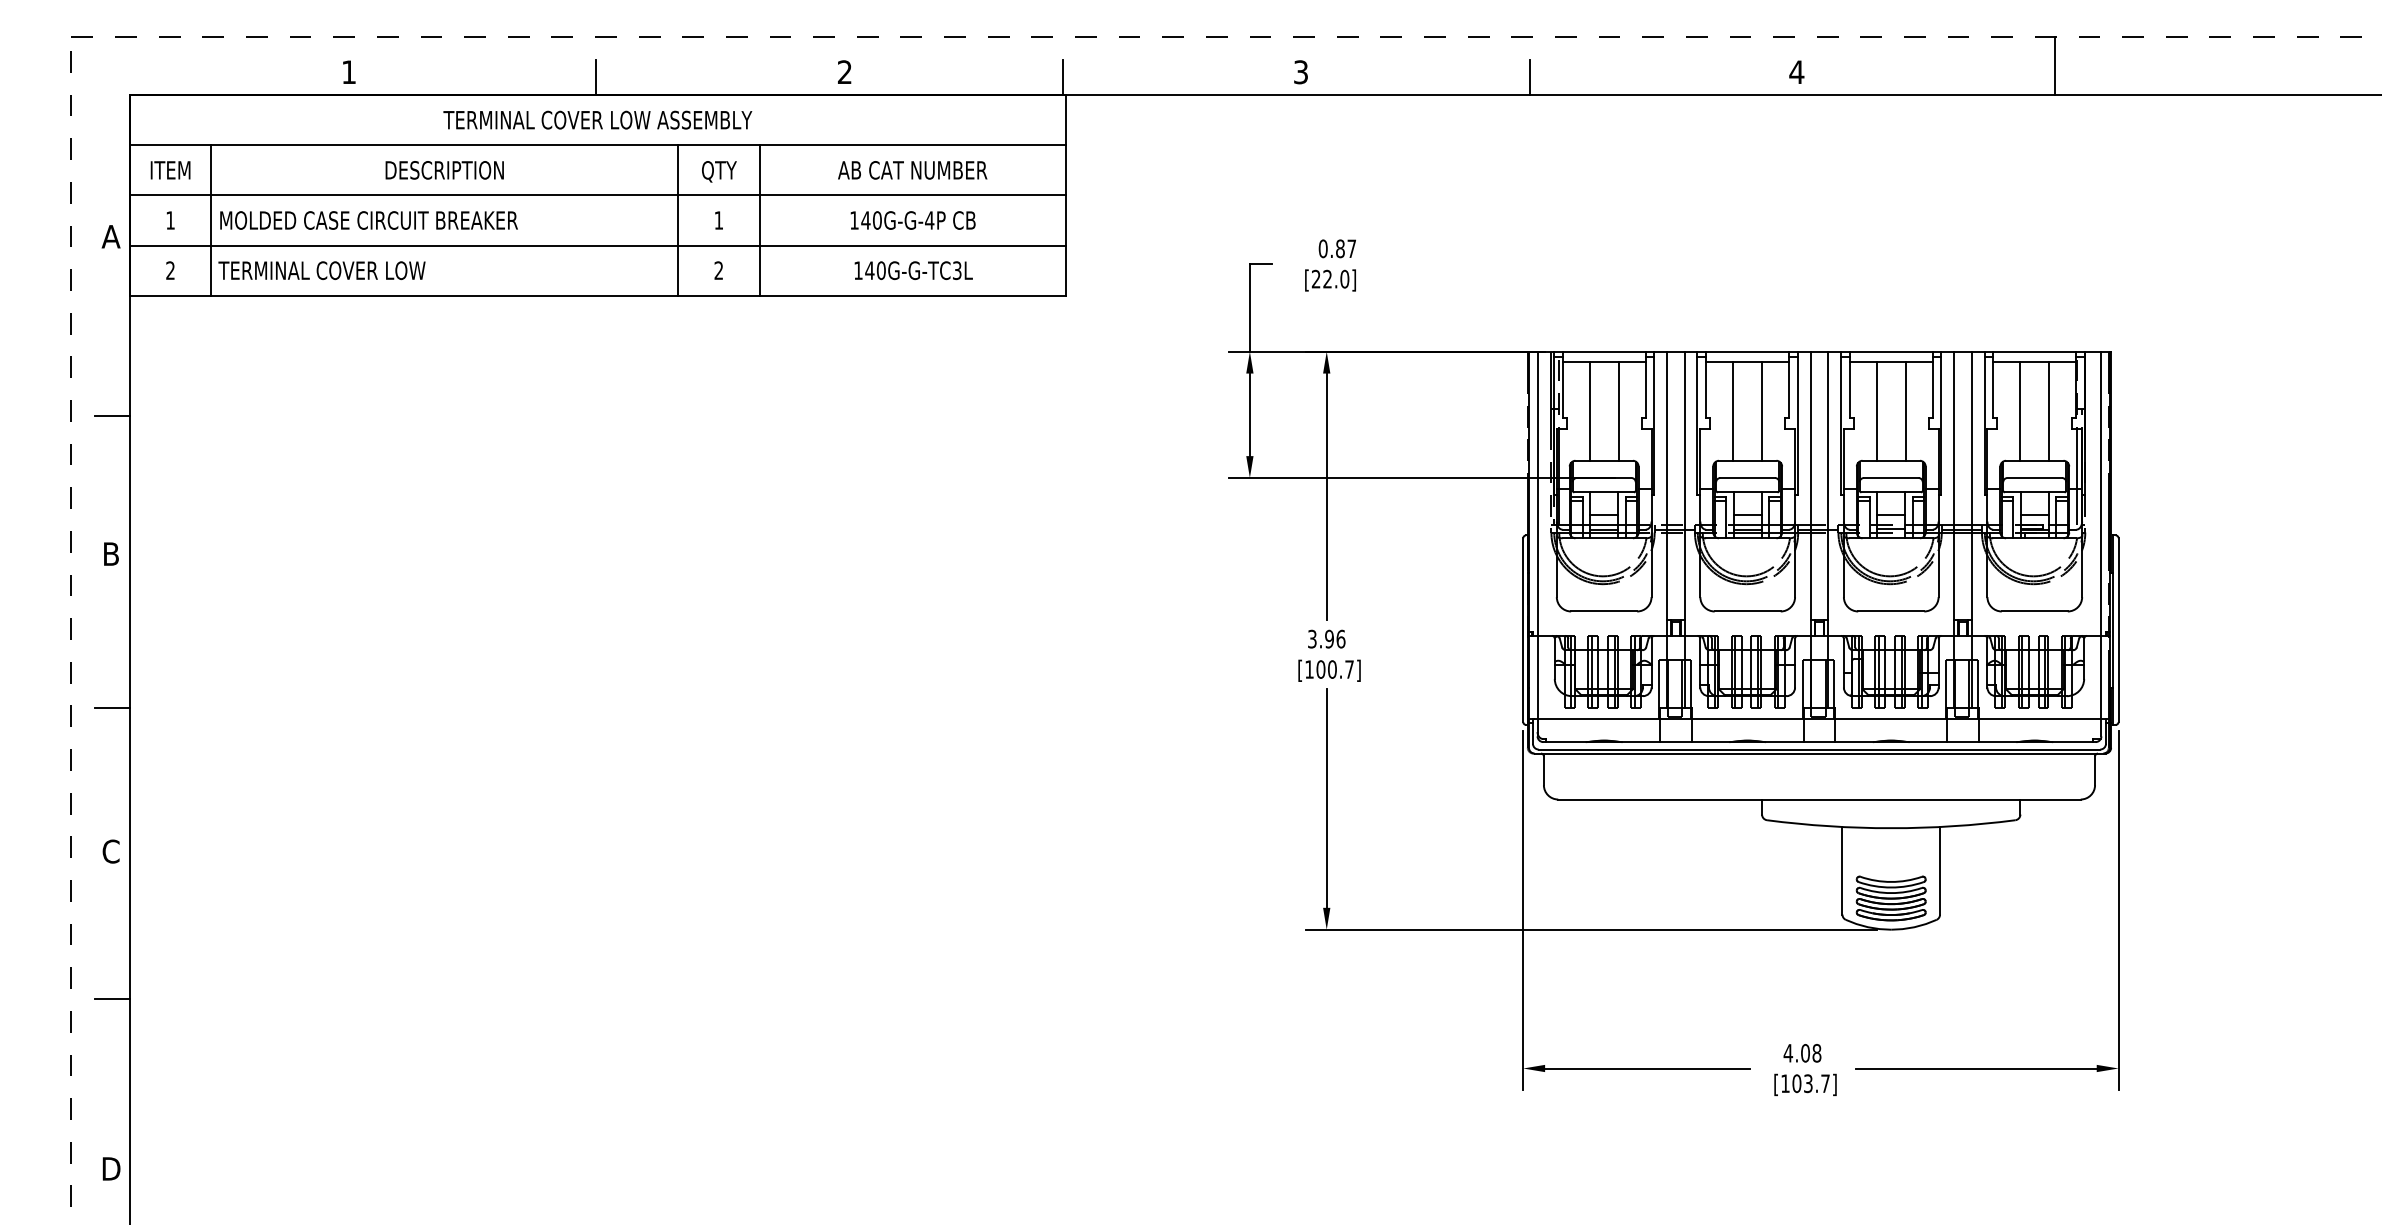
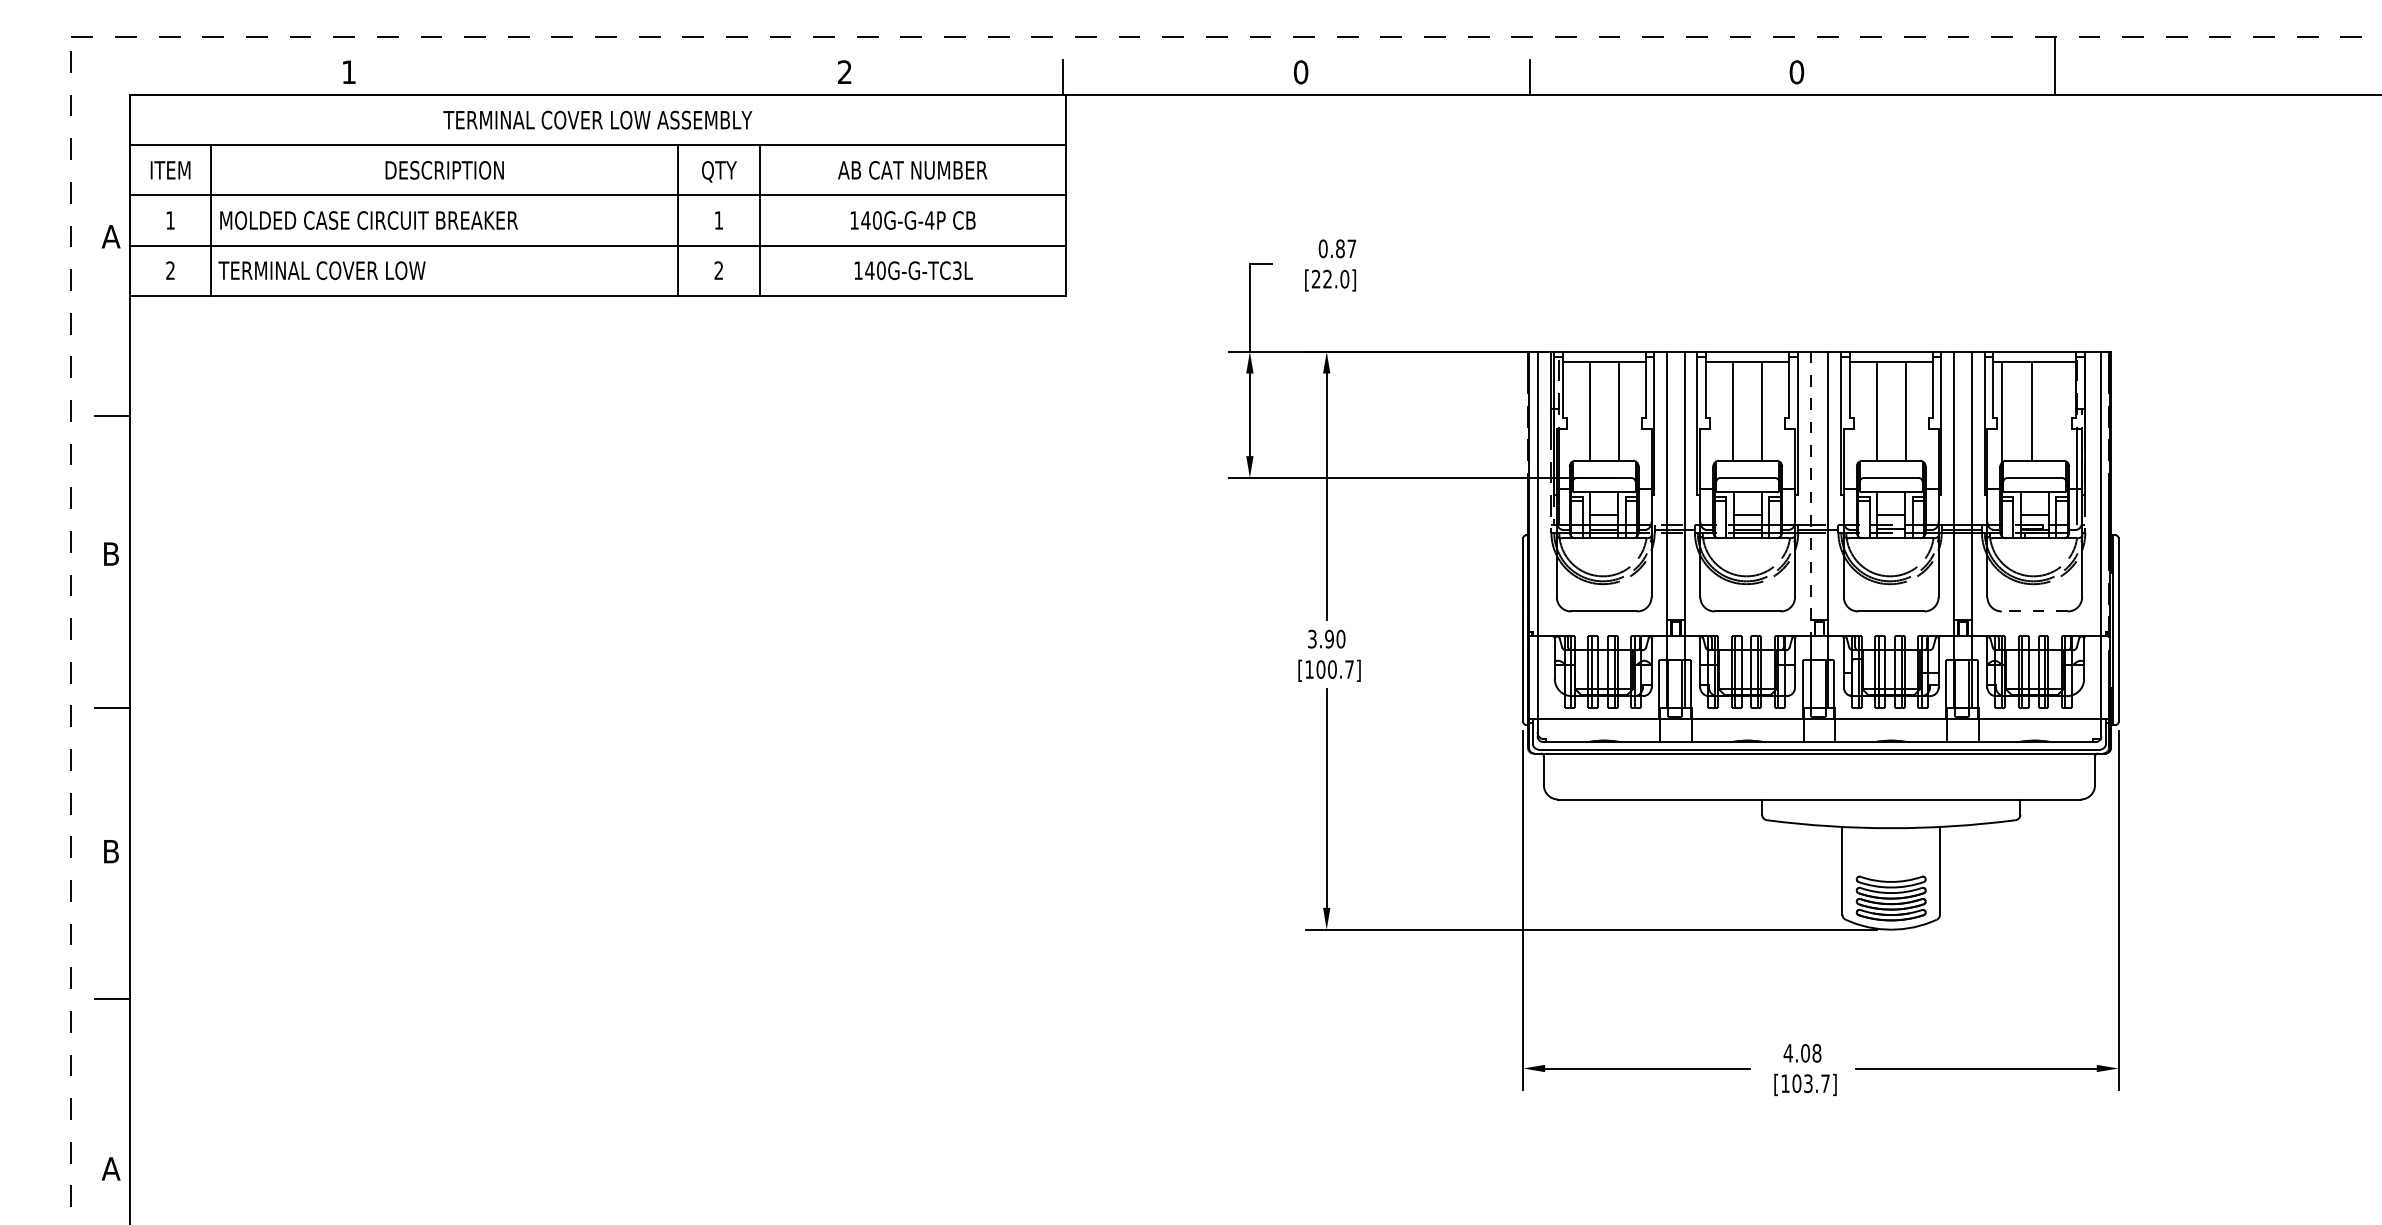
text at (1300, 72): 3 -> 0
text at (1796, 72): 4 -> 0
line at (596, 77): present -> none
line at (2020, 410) position: (2020, 410) -> (2002, 410)
line at (2049, 410) position: (2049, 410) -> (2032, 410)
line at (1810, 494): solid -> dashed
line at (2034, 611): solid -> dashed
text at (1340, 638): 3.96 -> 3.90
text at (110, 851): C -> B
text at (110, 1168): D -> A
